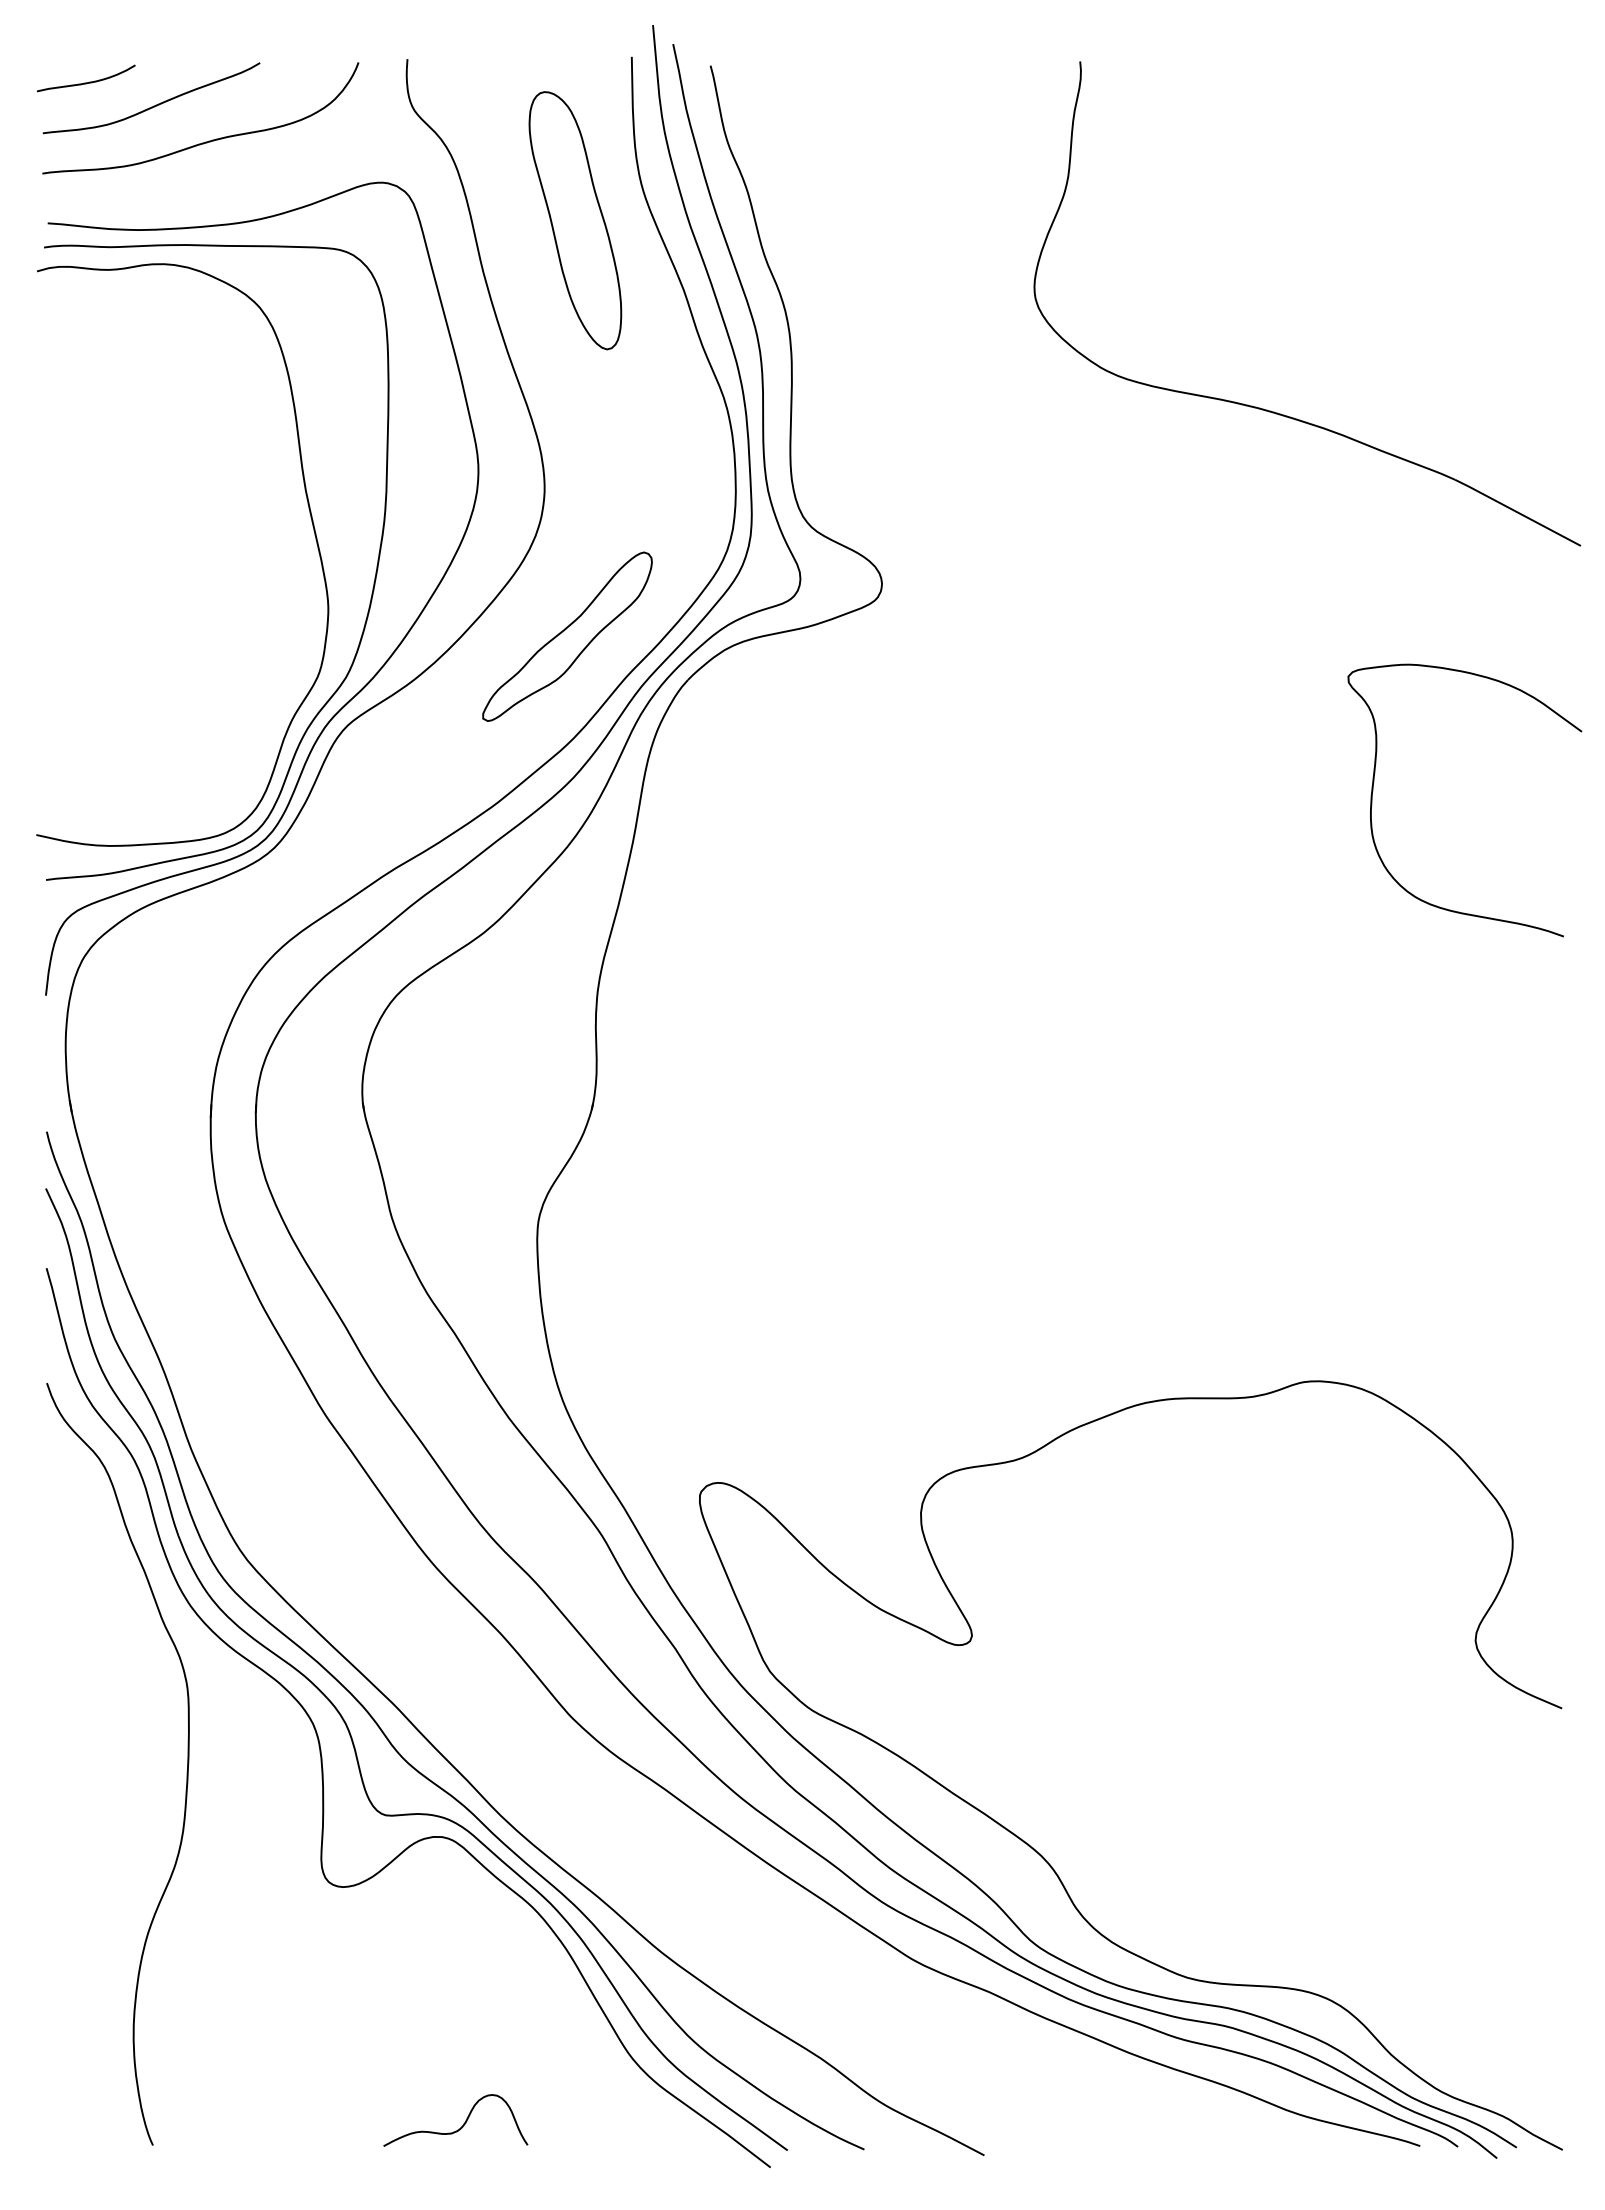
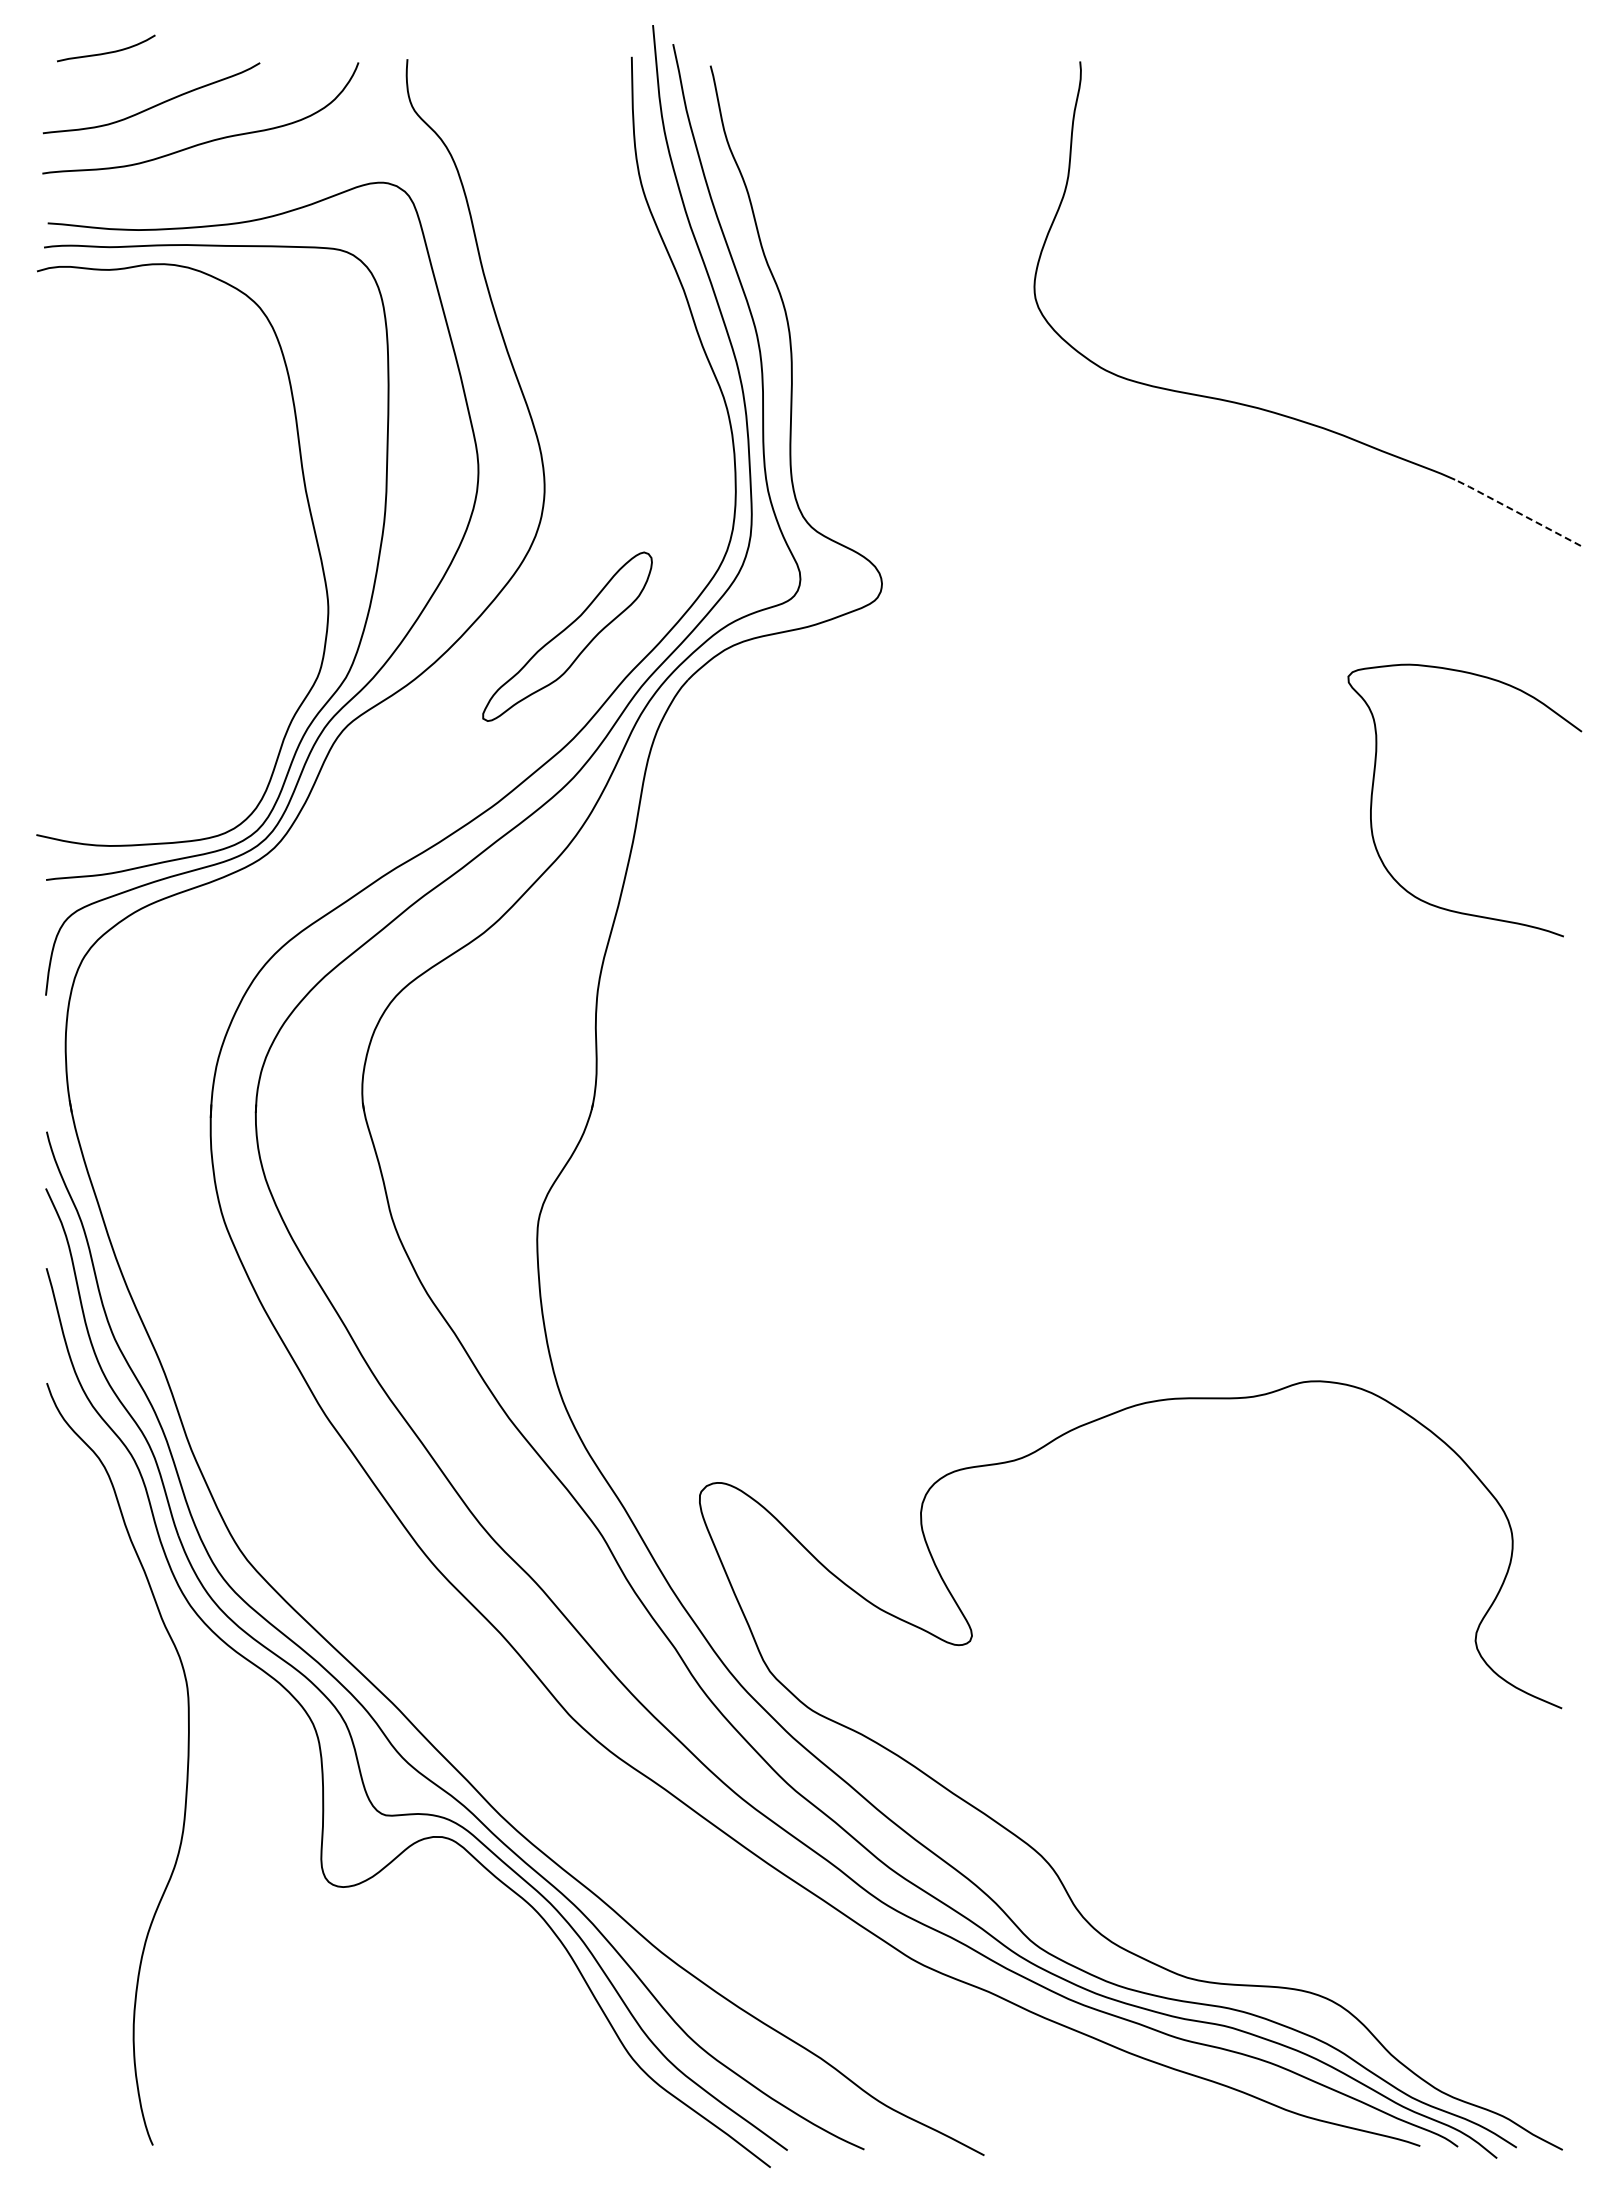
curve at (86, 82) position: (86, 82) -> (106, 52)
part at (575, 220): present -> none
line at (1517, 512): solid -> dashed
curve at (461, 2126): present -> none
